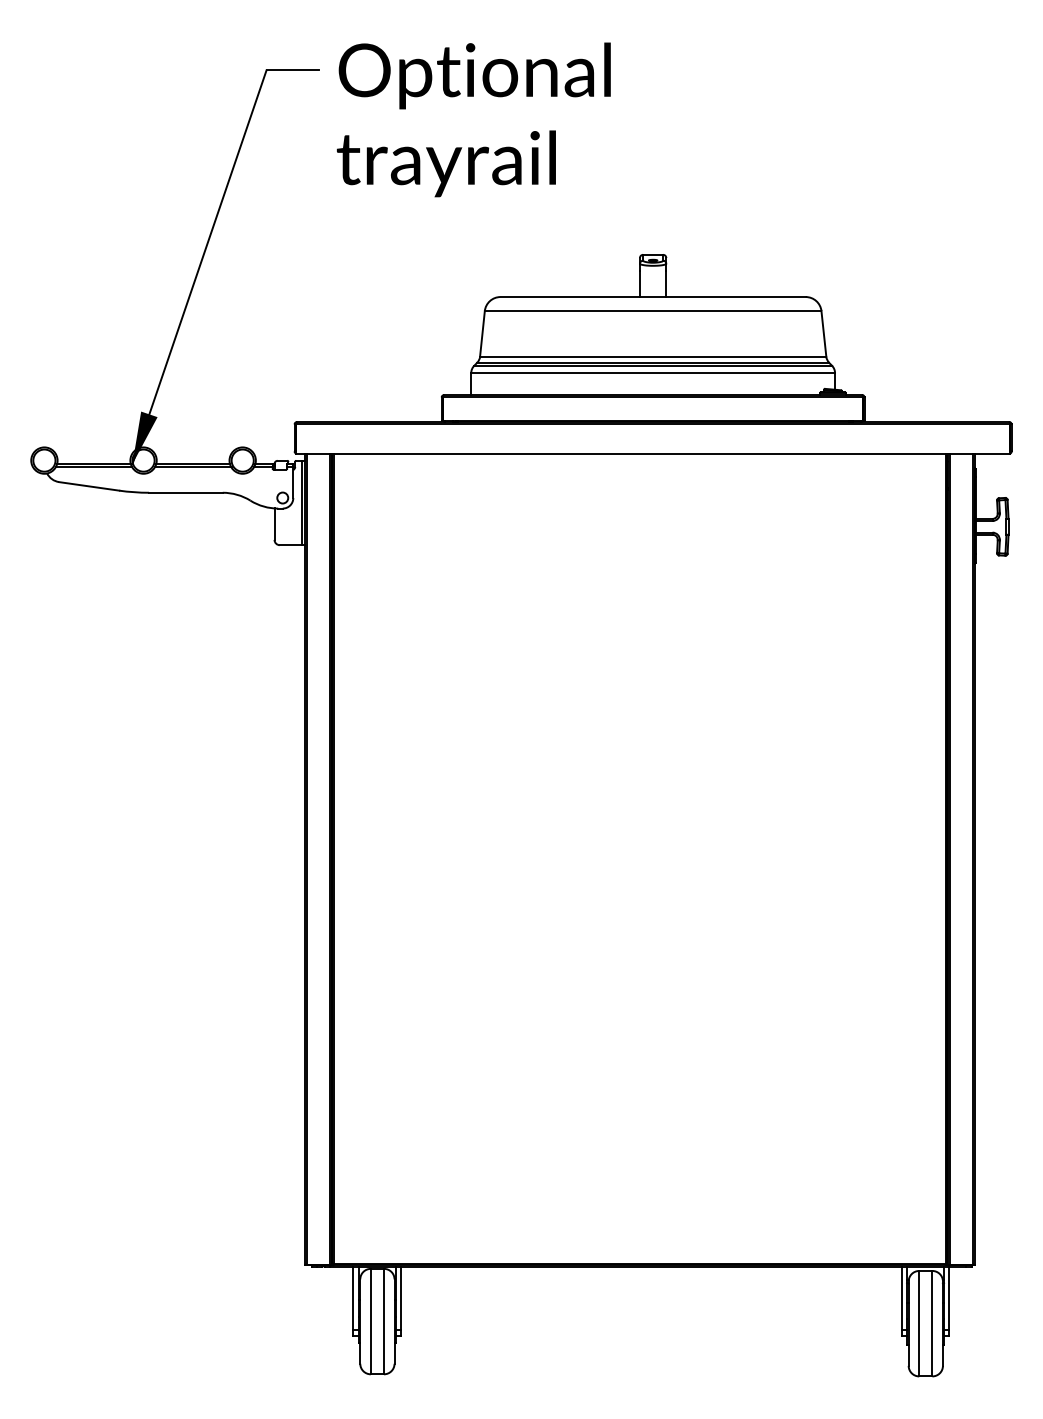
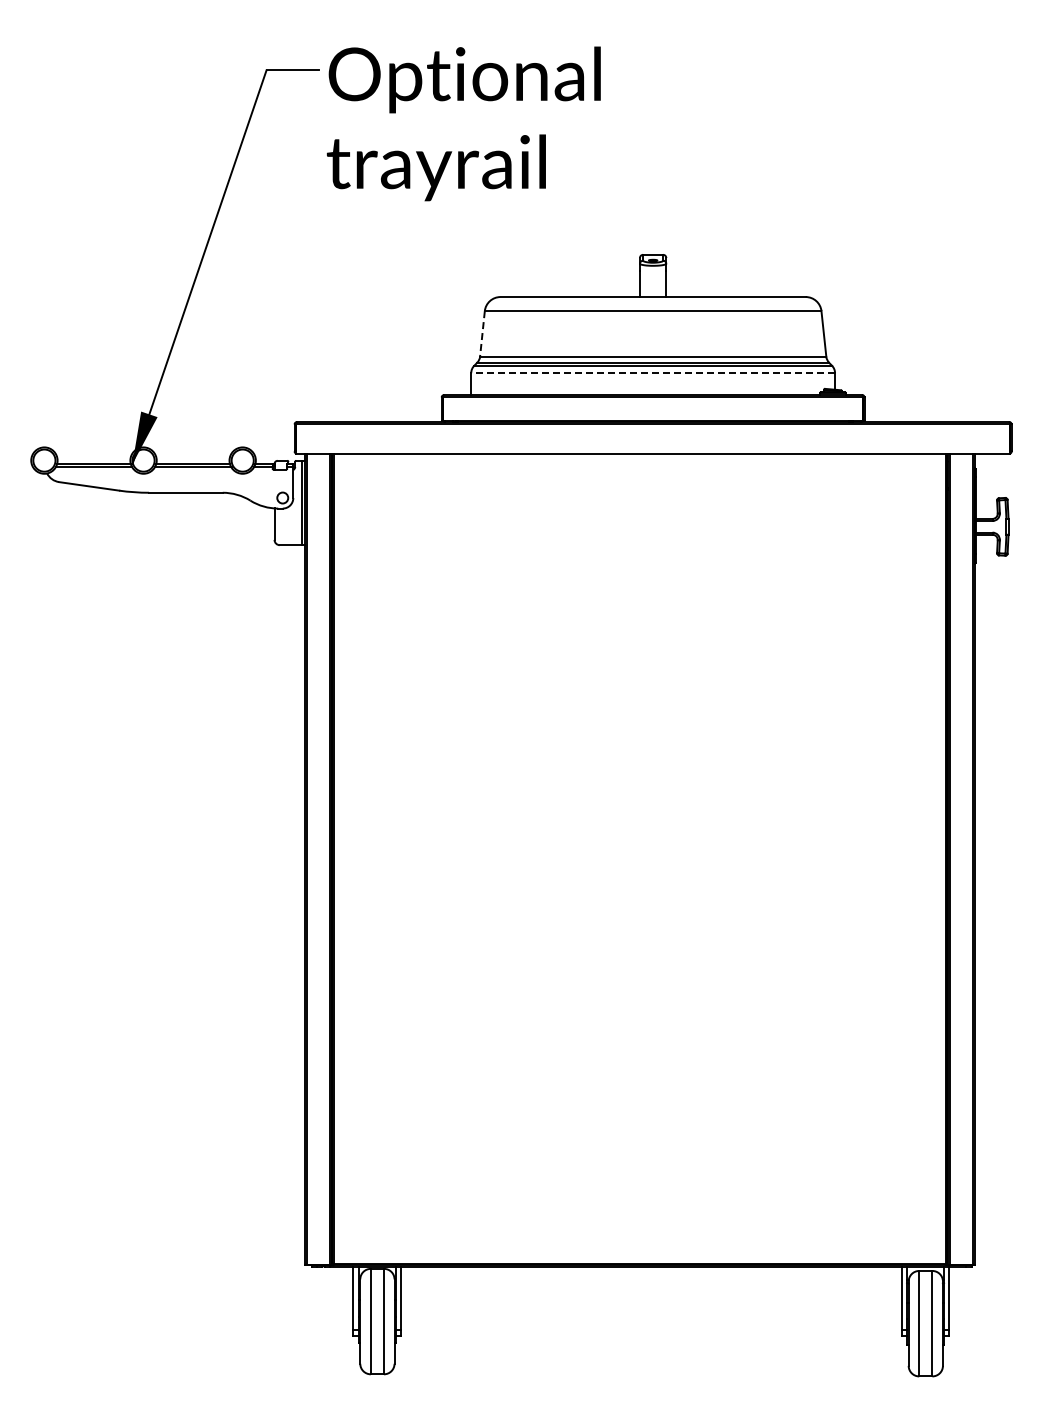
text at (473, 119) position: (473, 119) -> (463, 123)
line at (482, 333): solid -> dashed
line at (653, 373): solid -> dashed
